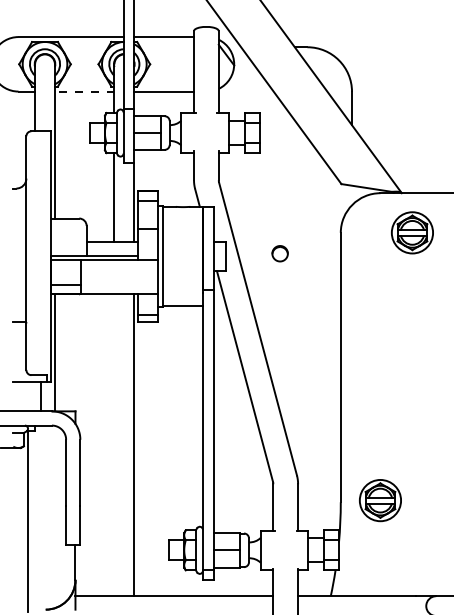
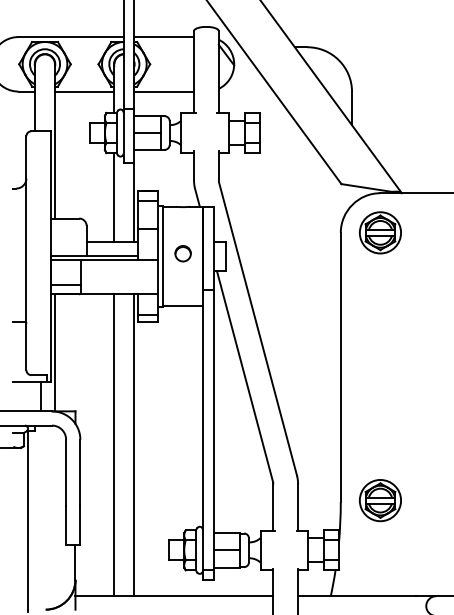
line at (84, 91): dashed -> solid
part at (412, 232) position: (412, 232) -> (380, 232)
part at (279, 253) position: (279, 253) -> (182, 253)
line at (114, 445): none -> present
